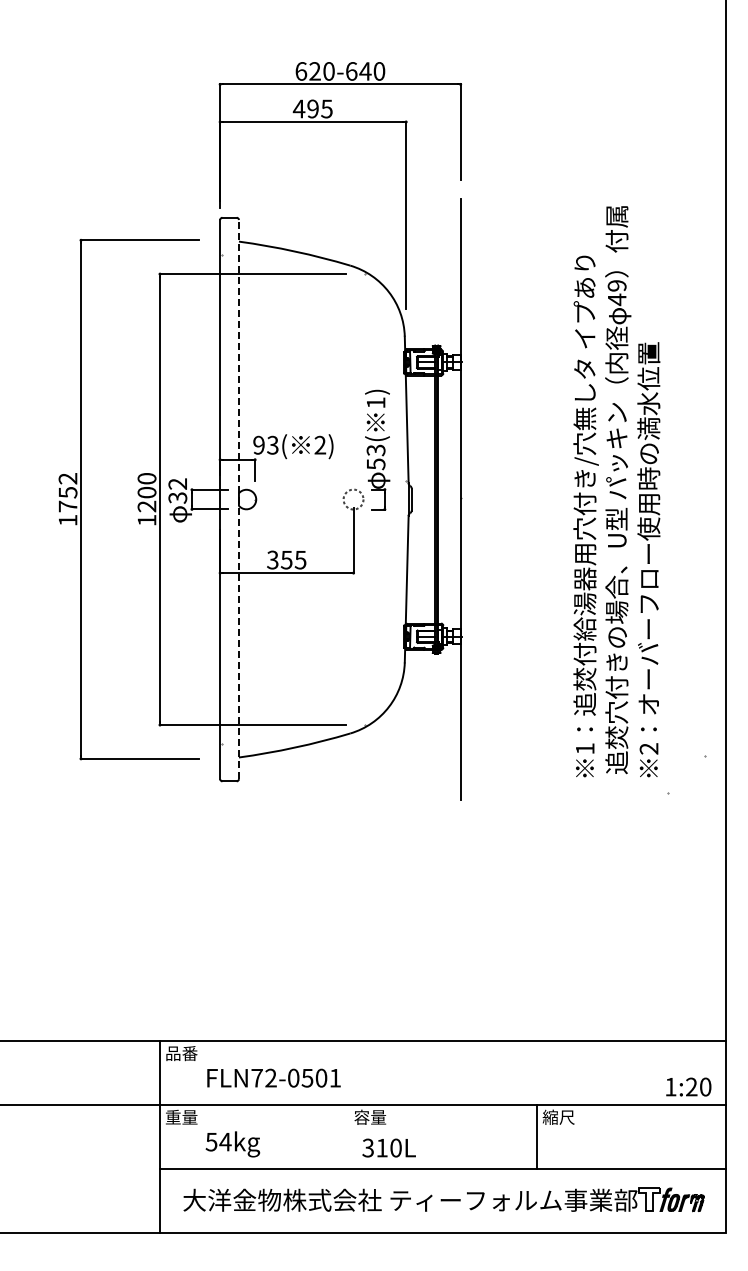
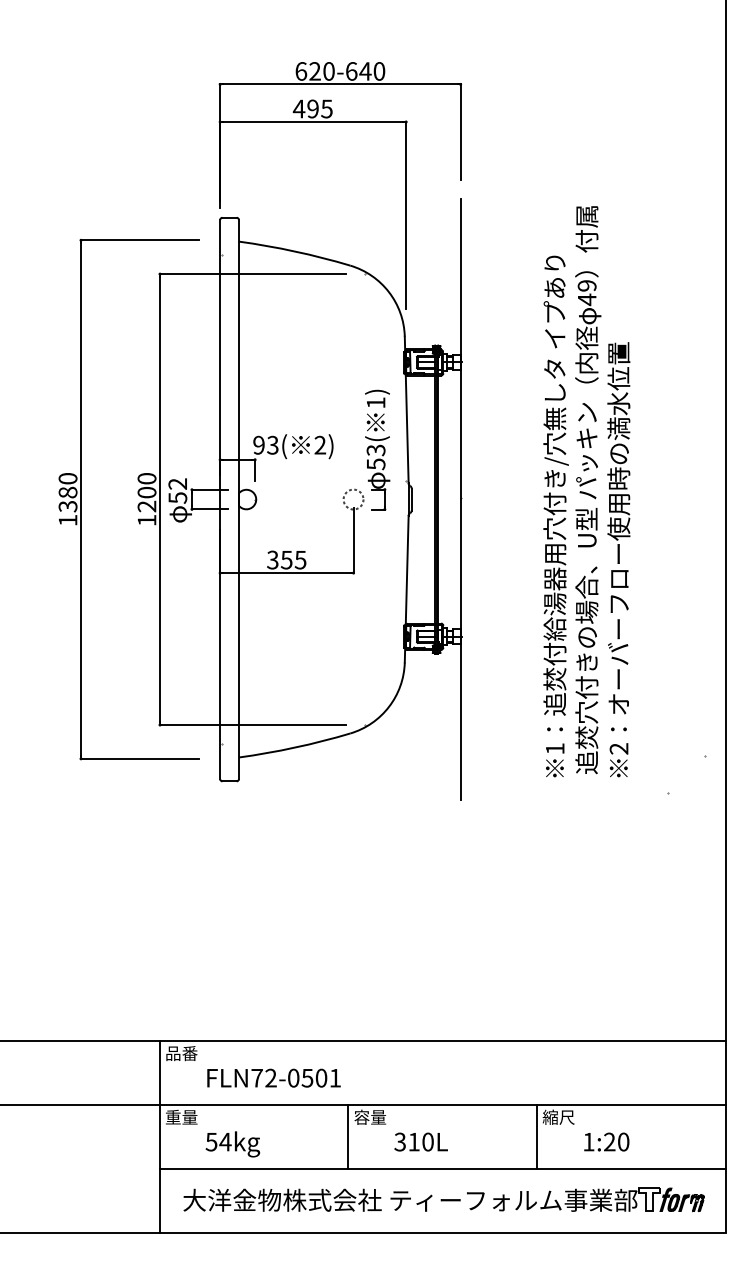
text at (616, 491) position: (616, 491) -> (586, 491)
text at (67, 492): 1752 -> 1380
text at (177, 497): 32 -> 52
line at (238, 499): dashed -> solid
text at (688, 1086) position: (688, 1086) -> (606, 1141)
line at (348, 1136): none -> present
text at (388, 1147) position: (388, 1147) -> (420, 1141)
